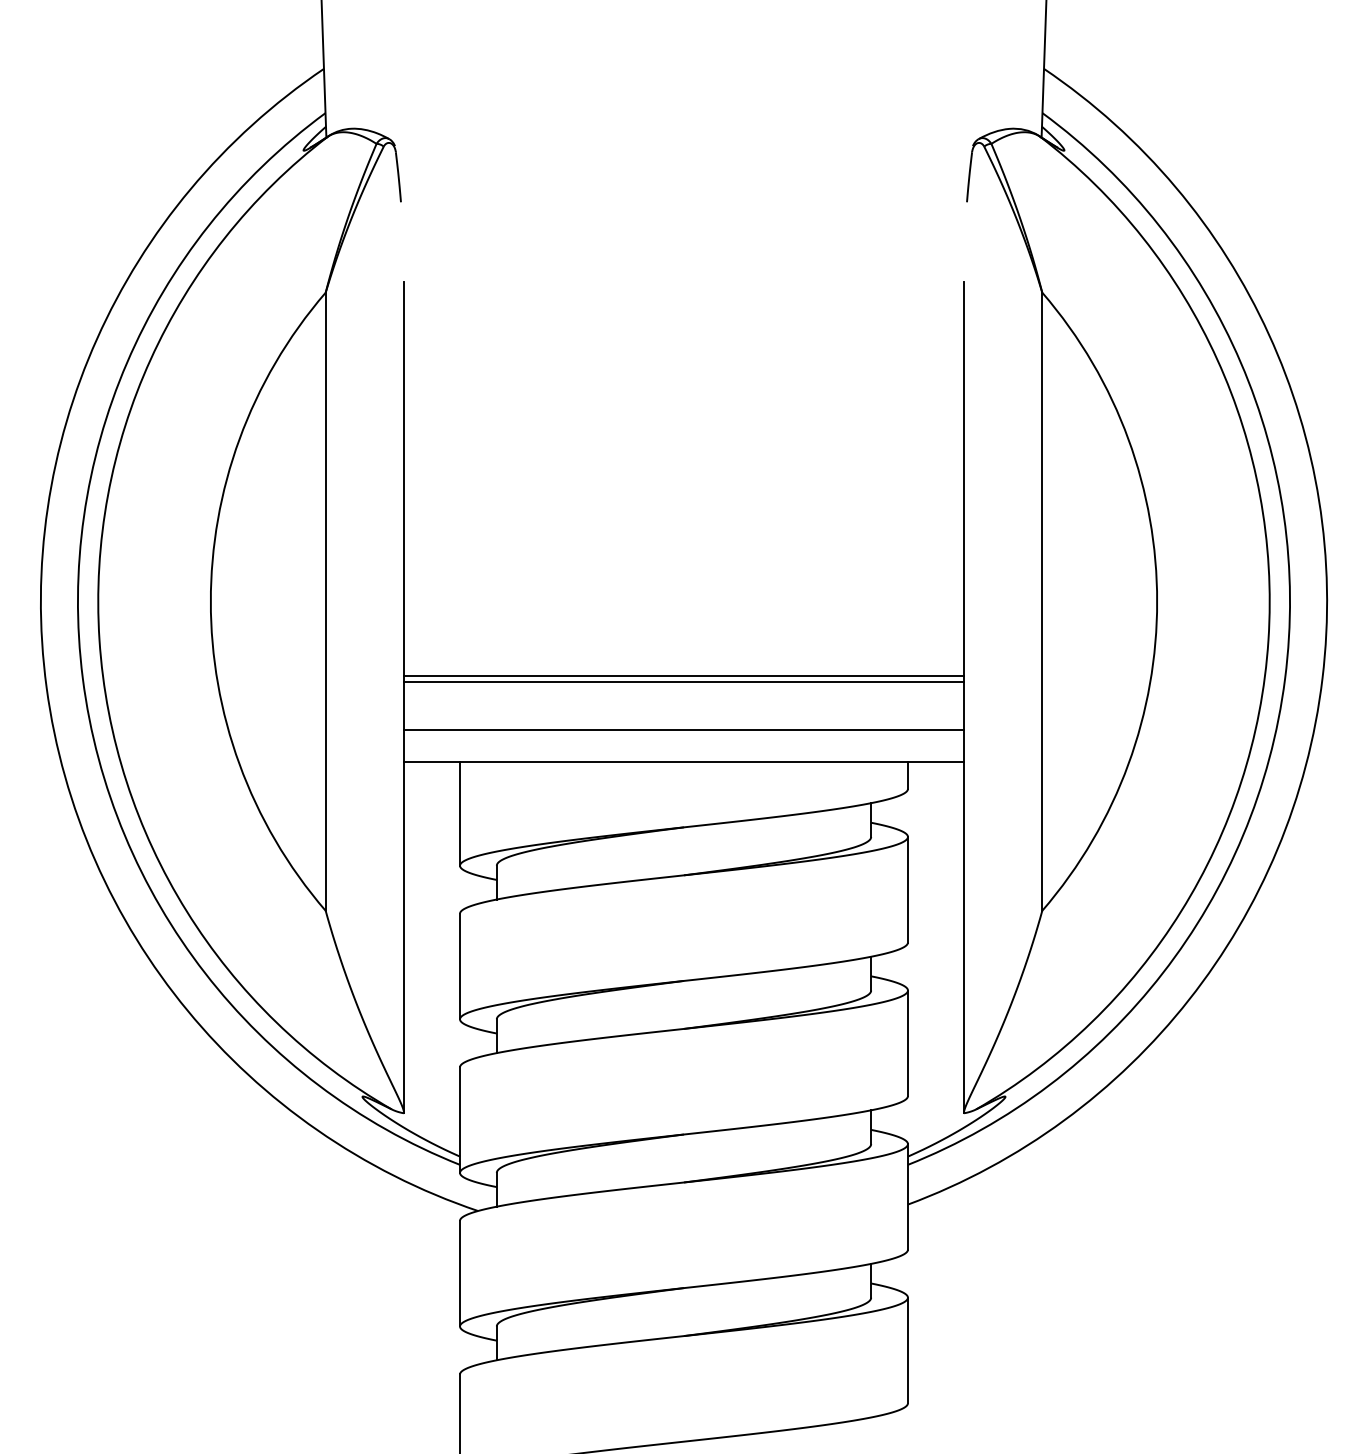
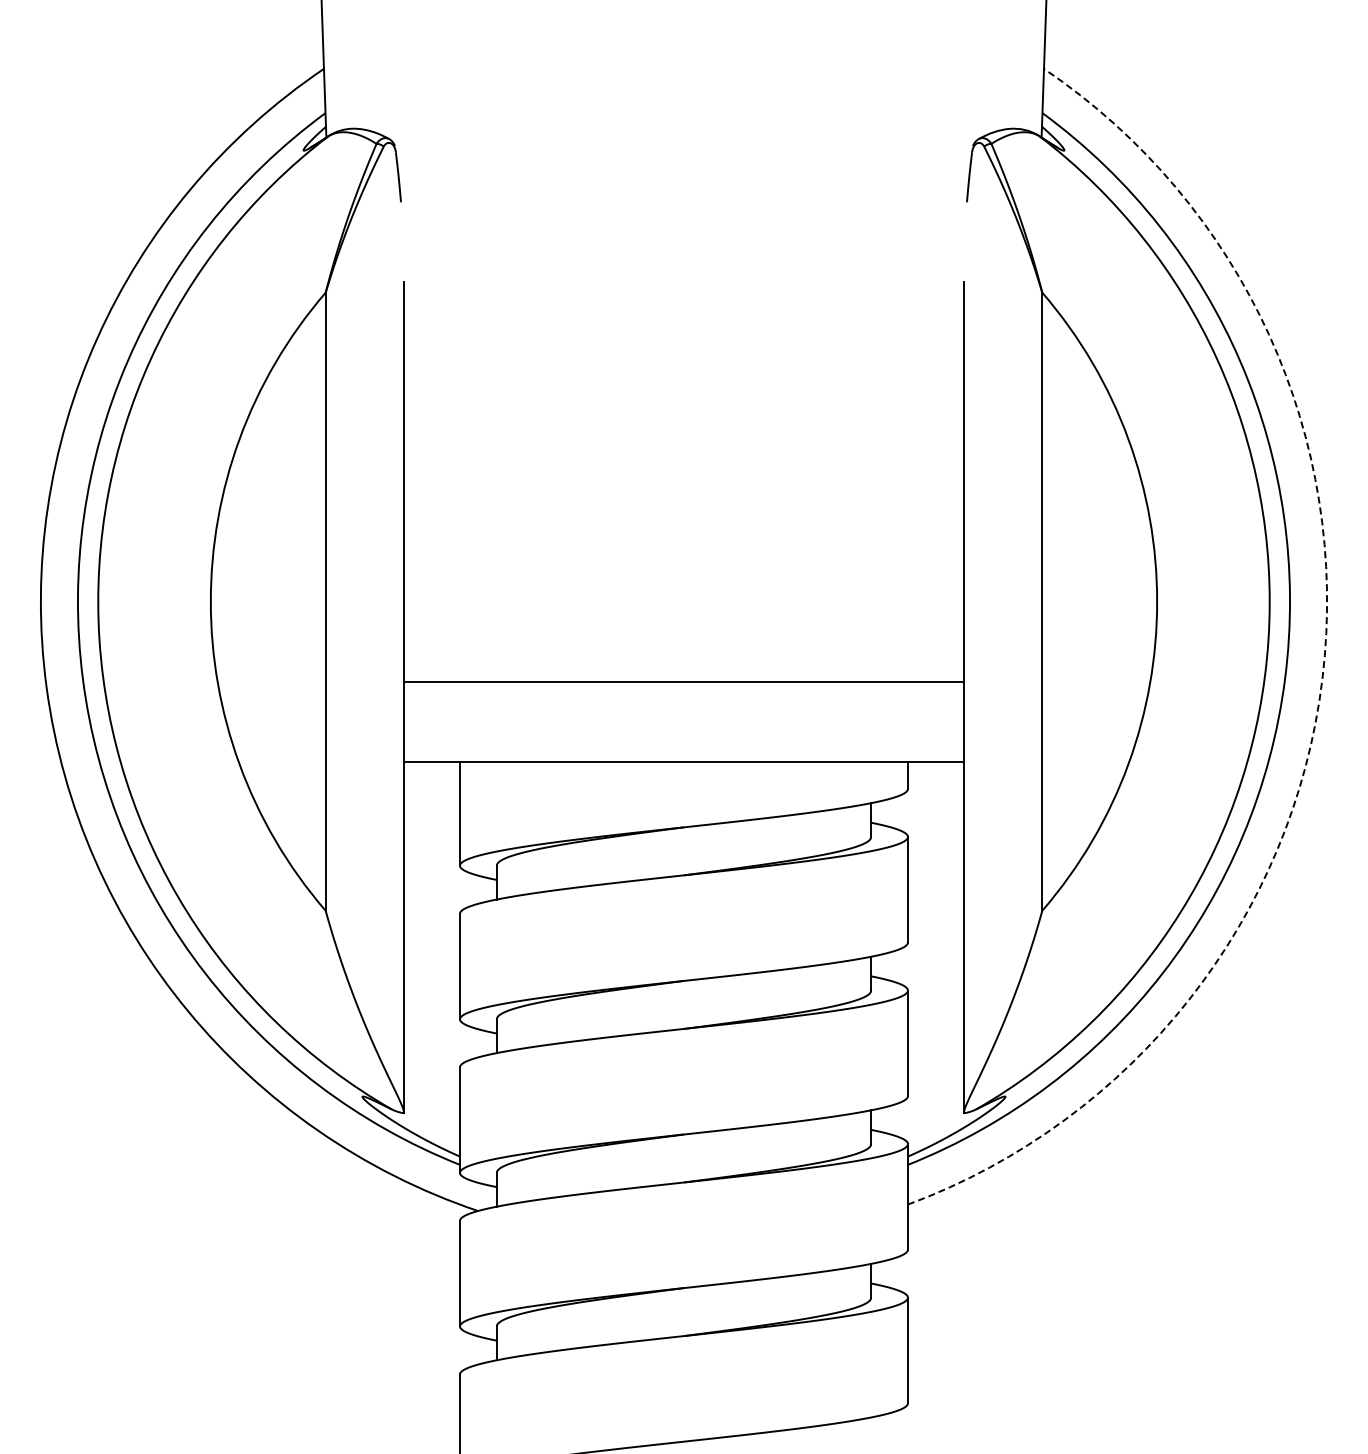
line at (683, 675): present -> none
arc at (1322, 678): solid -> dashed
line at (683, 729): present -> none
